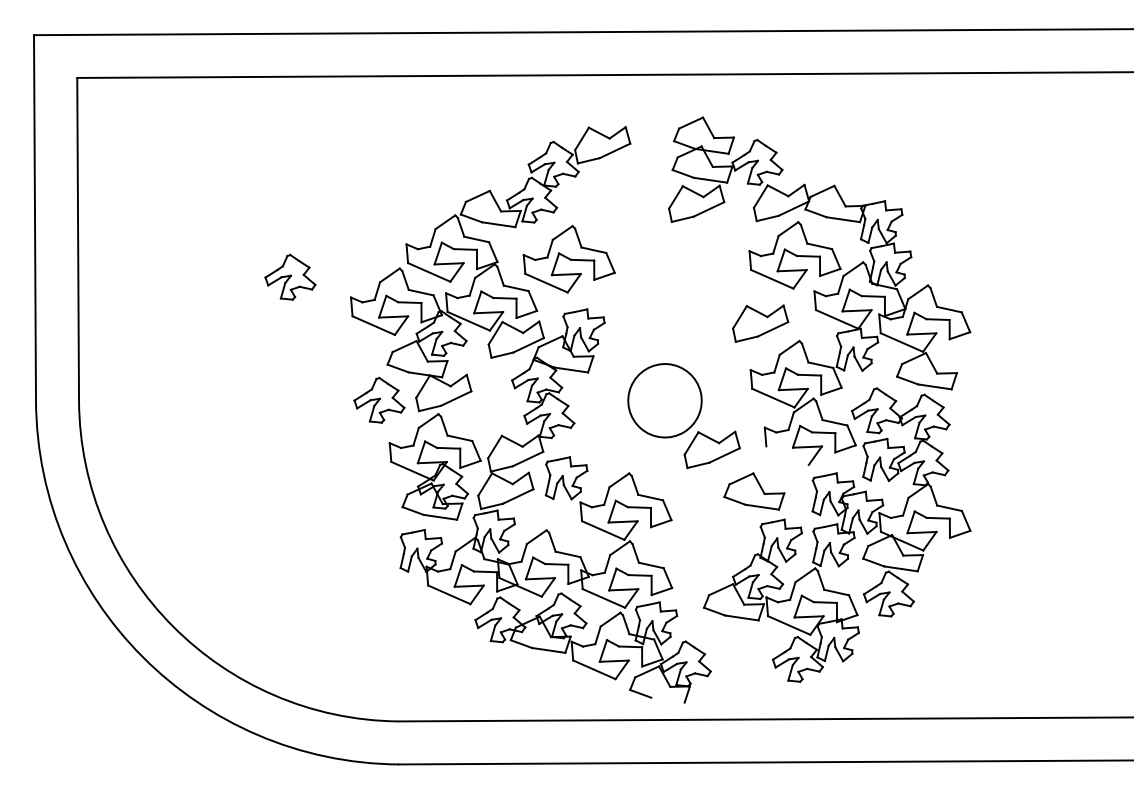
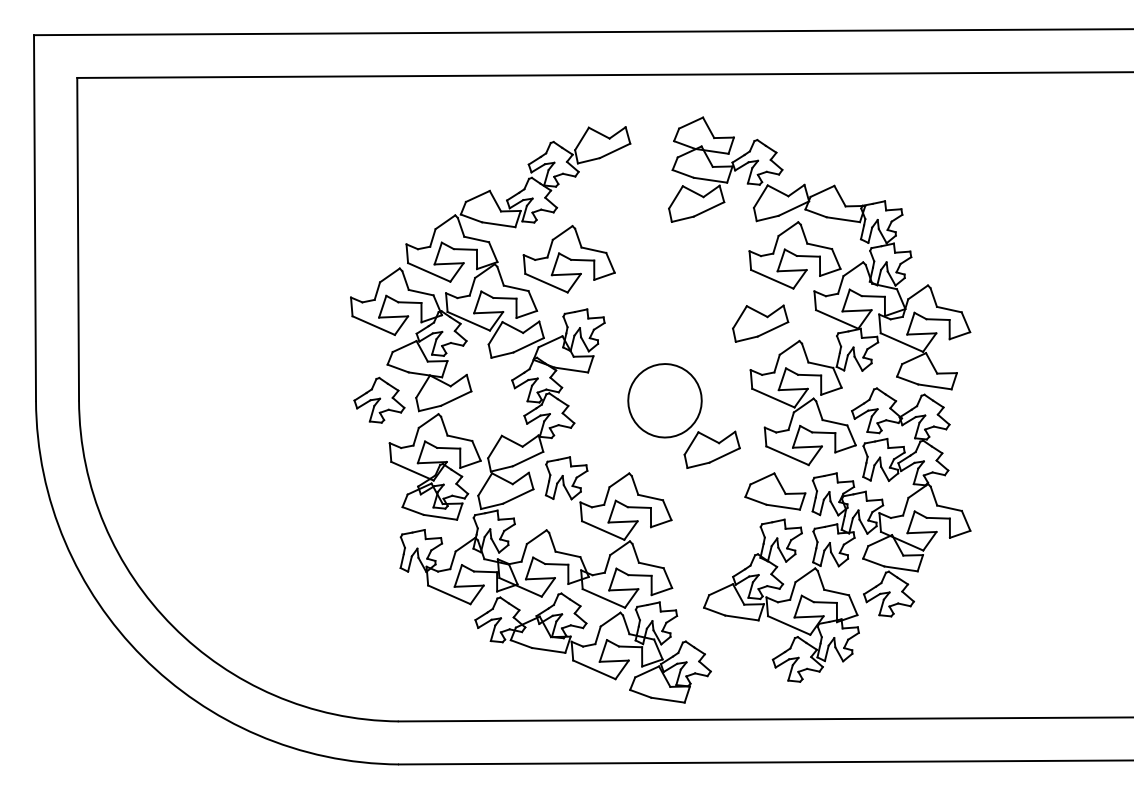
part at (290, 276): present -> none
line at (787, 455): none -> present
part at (754, 491) position: (754, 491) -> (775, 491)
line at (667, 699): none -> present
